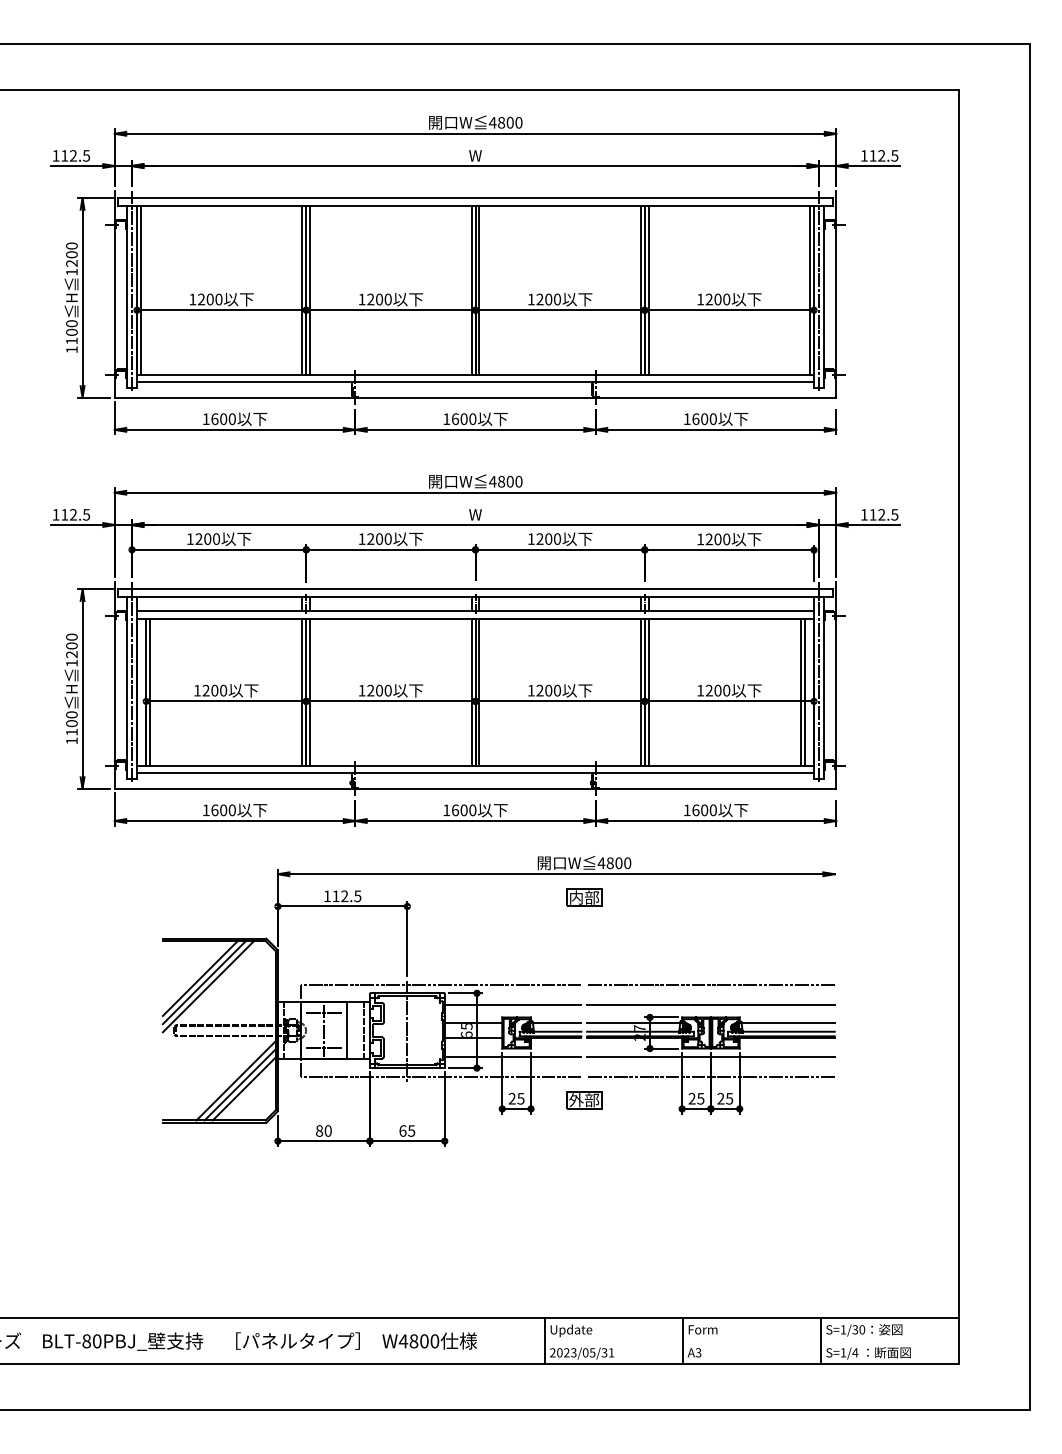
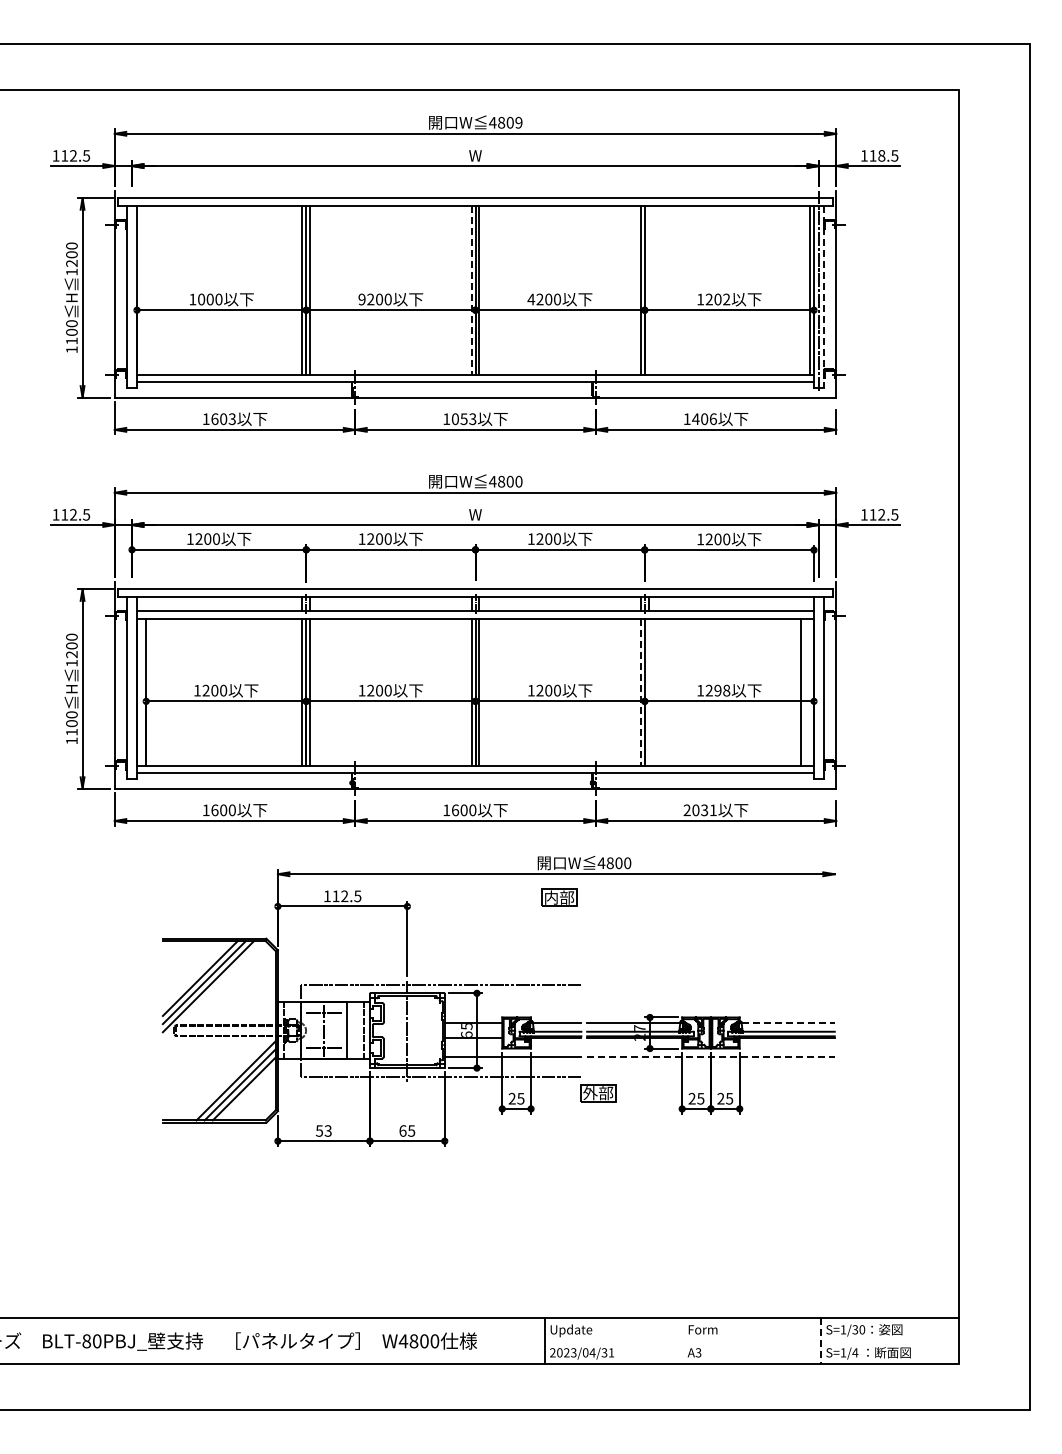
text at (518, 122): 4800 -> 4809
text at (881, 155): 112.5 -> 118.5
line at (140, 289): present -> none
line at (648, 289): present -> none
line at (132, 290): present -> none
line at (471, 290): solid -> dashed
line at (823, 296): solid -> dashed
text at (201, 299): 1200 -> 1000
text at (361, 299): 1200 -> 9200
text at (531, 299): 1200 -> 4200
text at (726, 299): 1200 -> 1202
text at (231, 418): 1600 -> 1603
text at (464, 418): 1600 -> 1053
text at (704, 419): 1600 -> 1406
line at (819, 681): present -> none
line at (132, 682): present -> none
text at (722, 690): 1200 -> 1298
line at (150, 691): present -> none
line at (648, 691): present -> none
line at (804, 691): present -> none
line at (640, 692): solid -> dashed
text at (699, 810): 1600 -> 2031
part at (584, 897) position: (584, 897) -> (559, 897)
line at (710, 984): present -> none
line at (512, 1004): present -> none
line at (710, 1004): present -> none
line at (788, 1023): solid -> dashed
line at (710, 1056): solid -> dashed
line at (710, 1076): present -> none
part at (584, 1100) position: (584, 1100) -> (598, 1093)
text at (323, 1130): 80 -> 53
line at (682, 1341): present -> none
line at (820, 1341): solid -> dashed
text at (592, 1352): 2023/05/31 -> 2023/04/31
